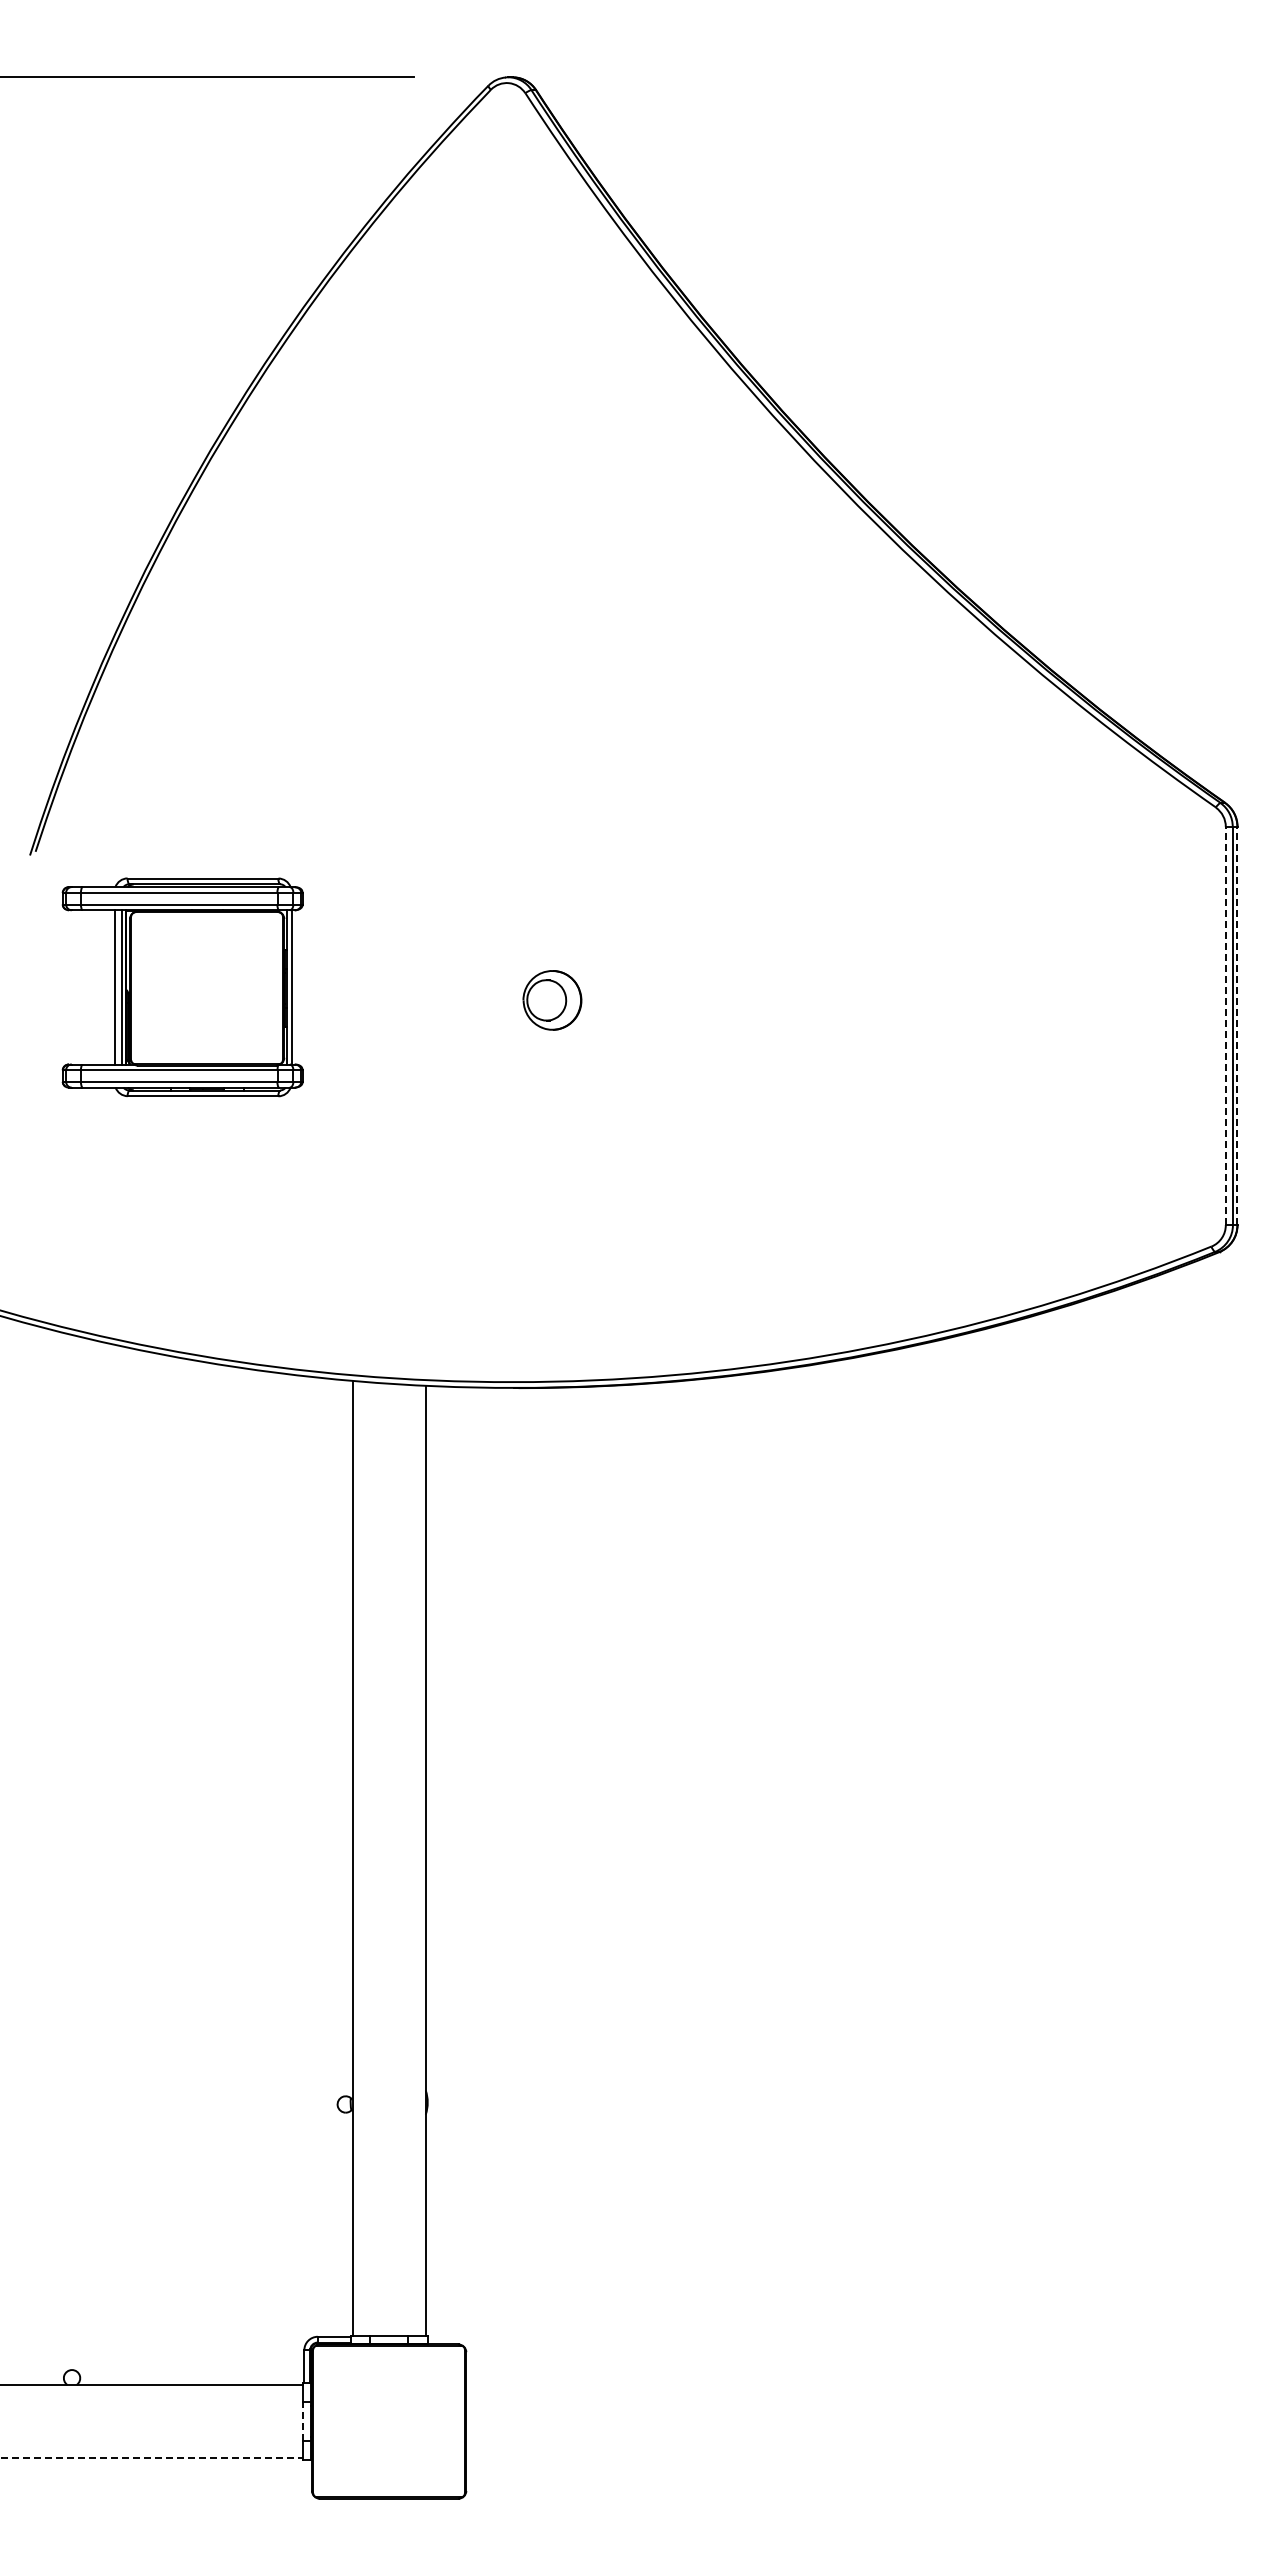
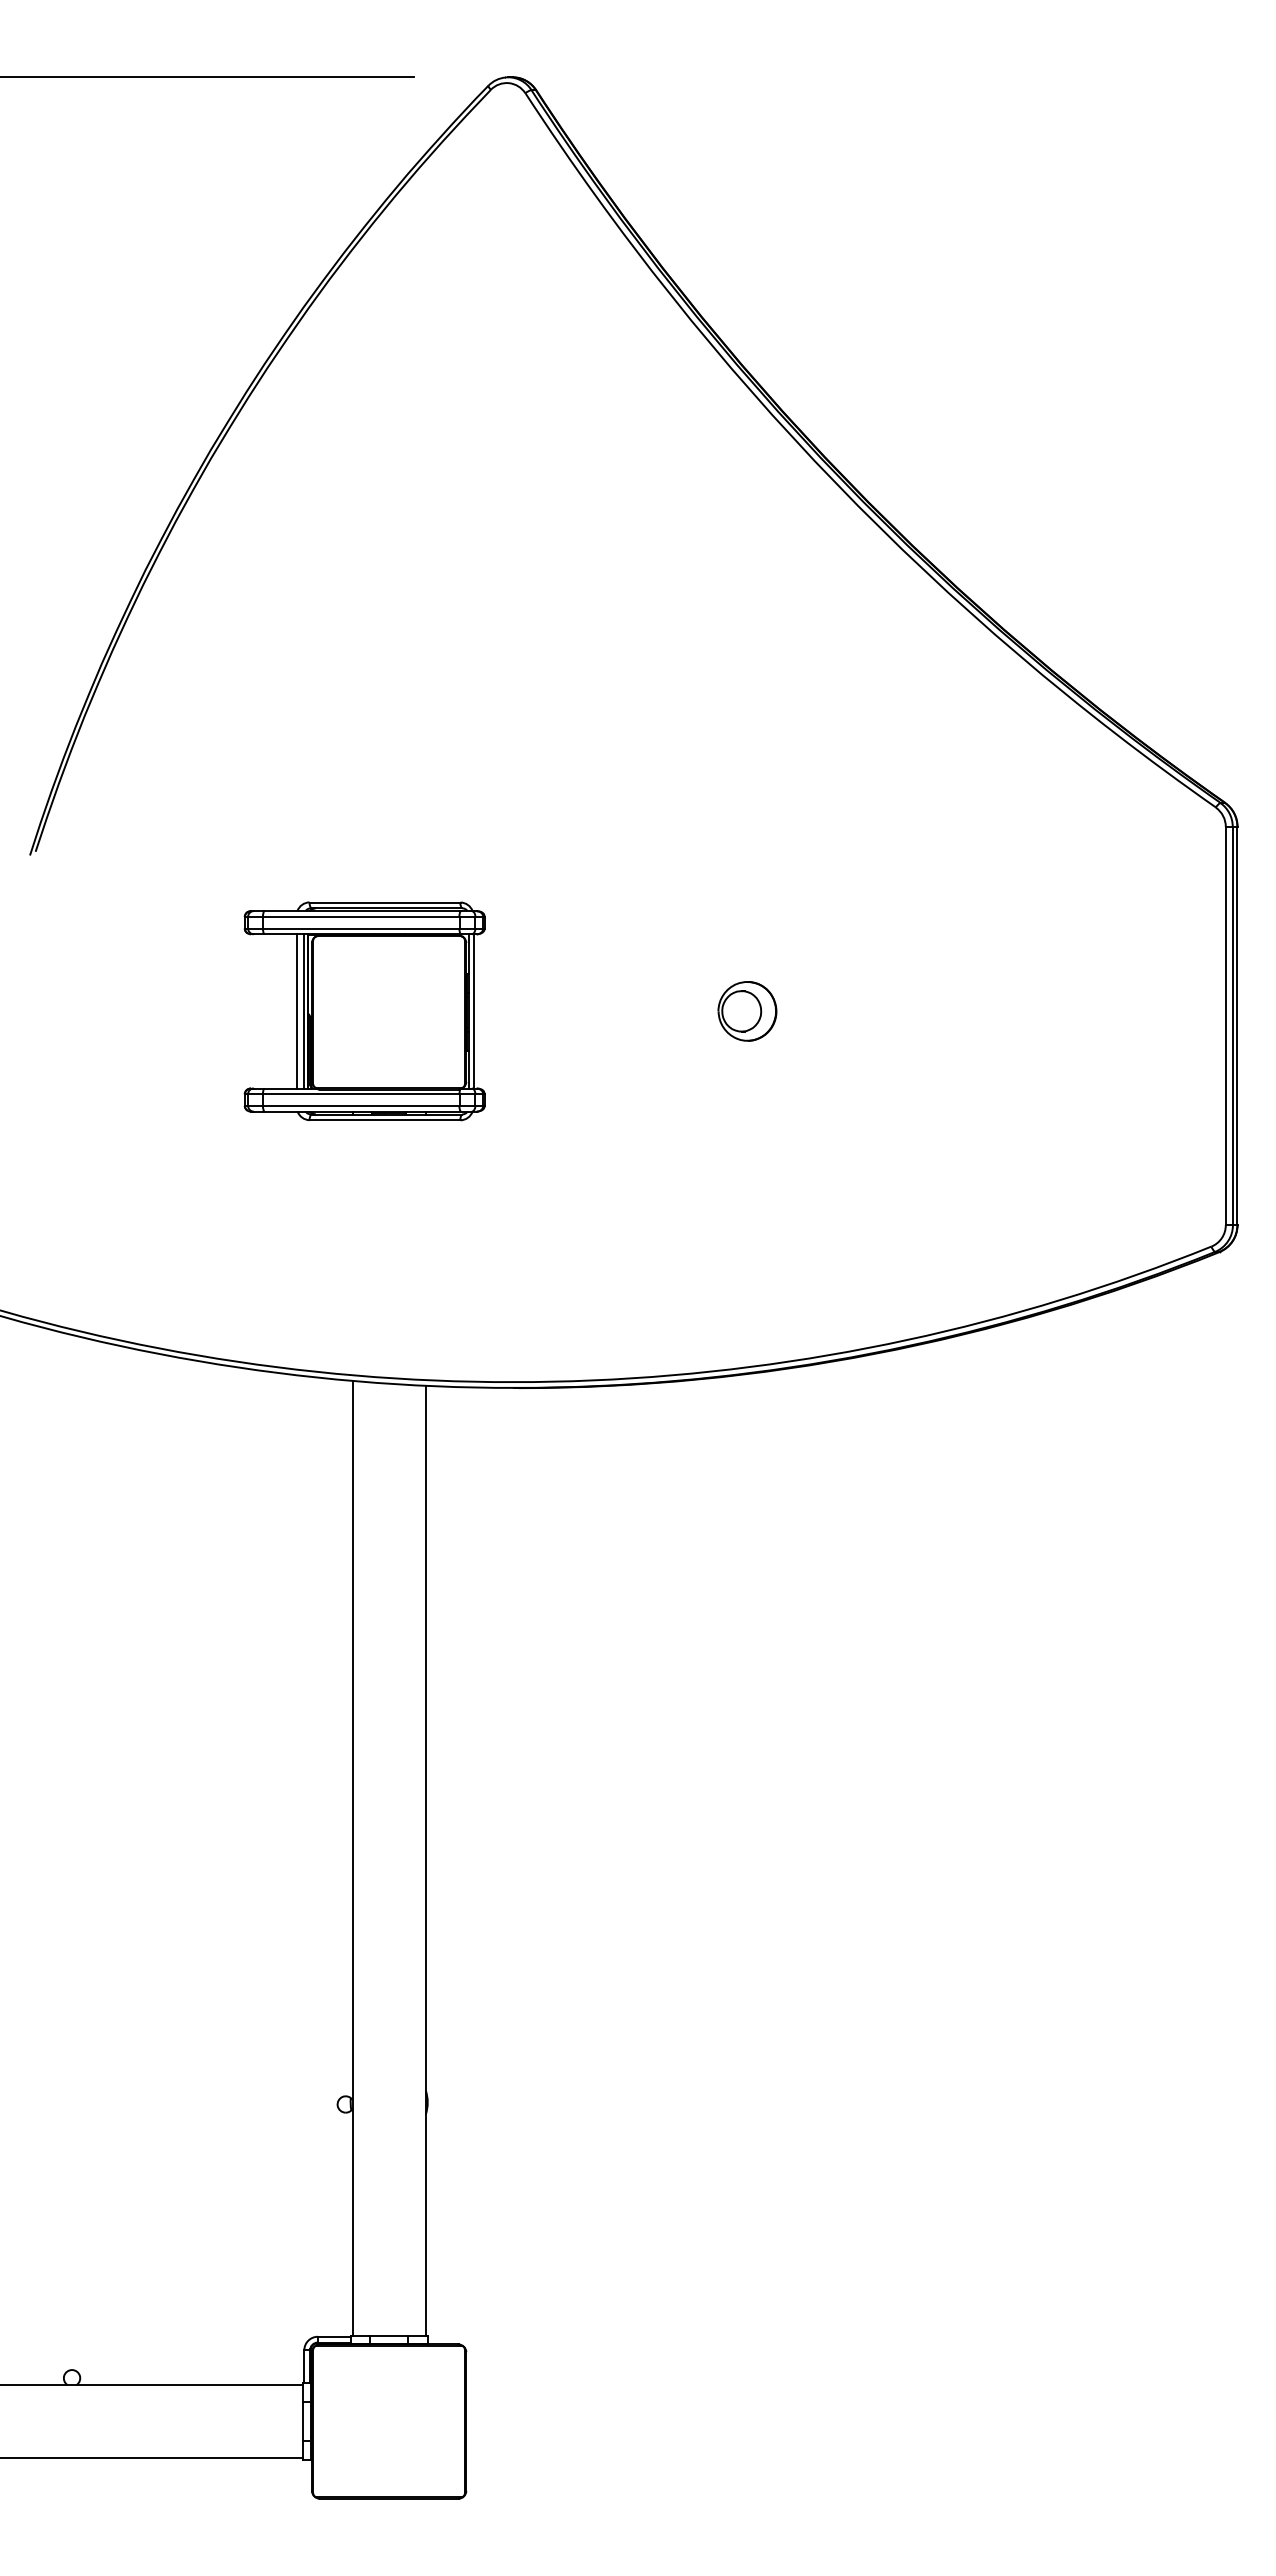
part at (182, 987) position: (182, 987) -> (364, 1011)
part at (552, 1000) position: (552, 1000) -> (747, 1011)
line at (1225, 1025): dashed -> solid
line at (1237, 1025): dashed -> solid
line at (303, 2421): dashed -> solid
line at (152, 2458): dashed -> solid
